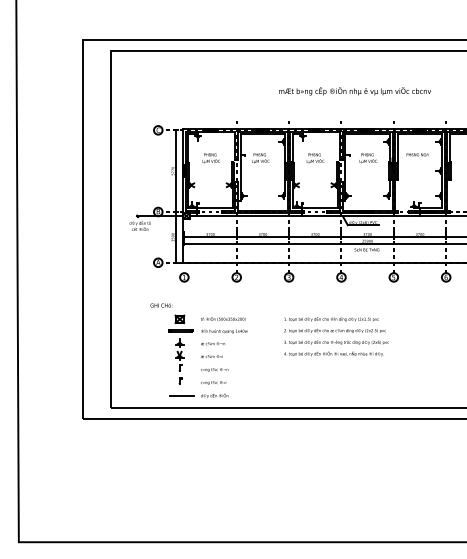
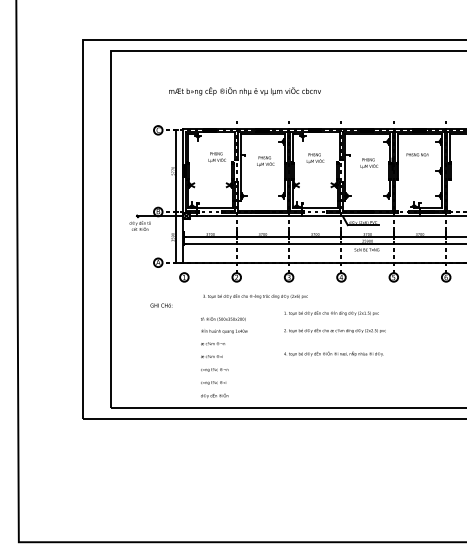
text at (354, 91) position: (354, 91) -> (244, 91)
text at (210, 158) position: (210, 158) -> (216, 157)
text at (260, 158) position: (260, 158) -> (265, 161)
text at (367, 158) position: (367, 158) -> (368, 163)
text at (331, 319) position: (331, 319) -> (331, 313)
text at (336, 342) position: (336, 342) -> (255, 296)
part at (180, 349): present -> none
line at (182, 396): present -> none
